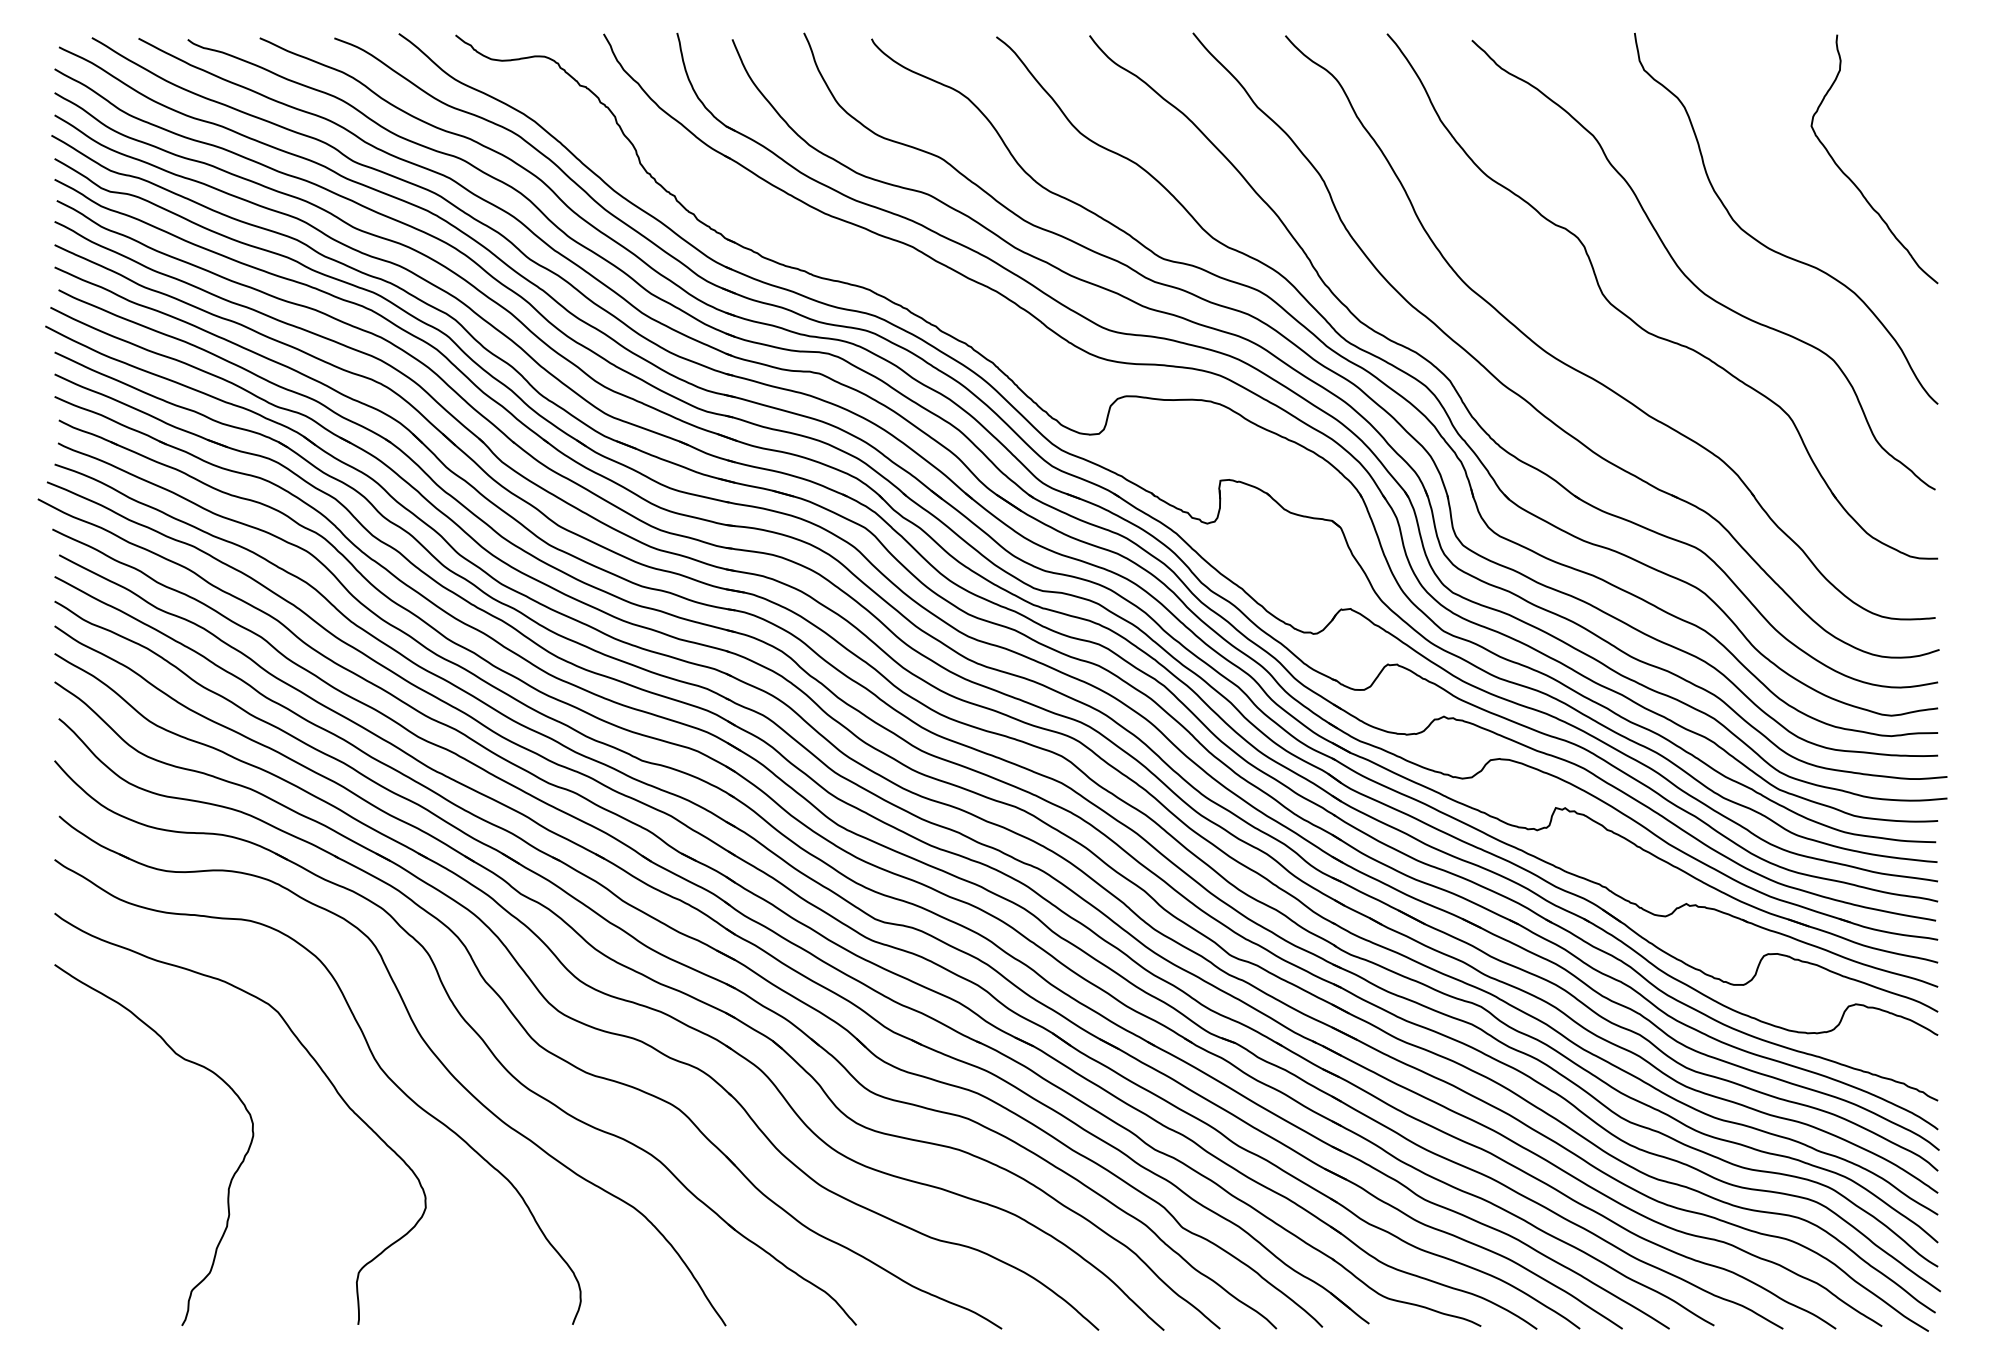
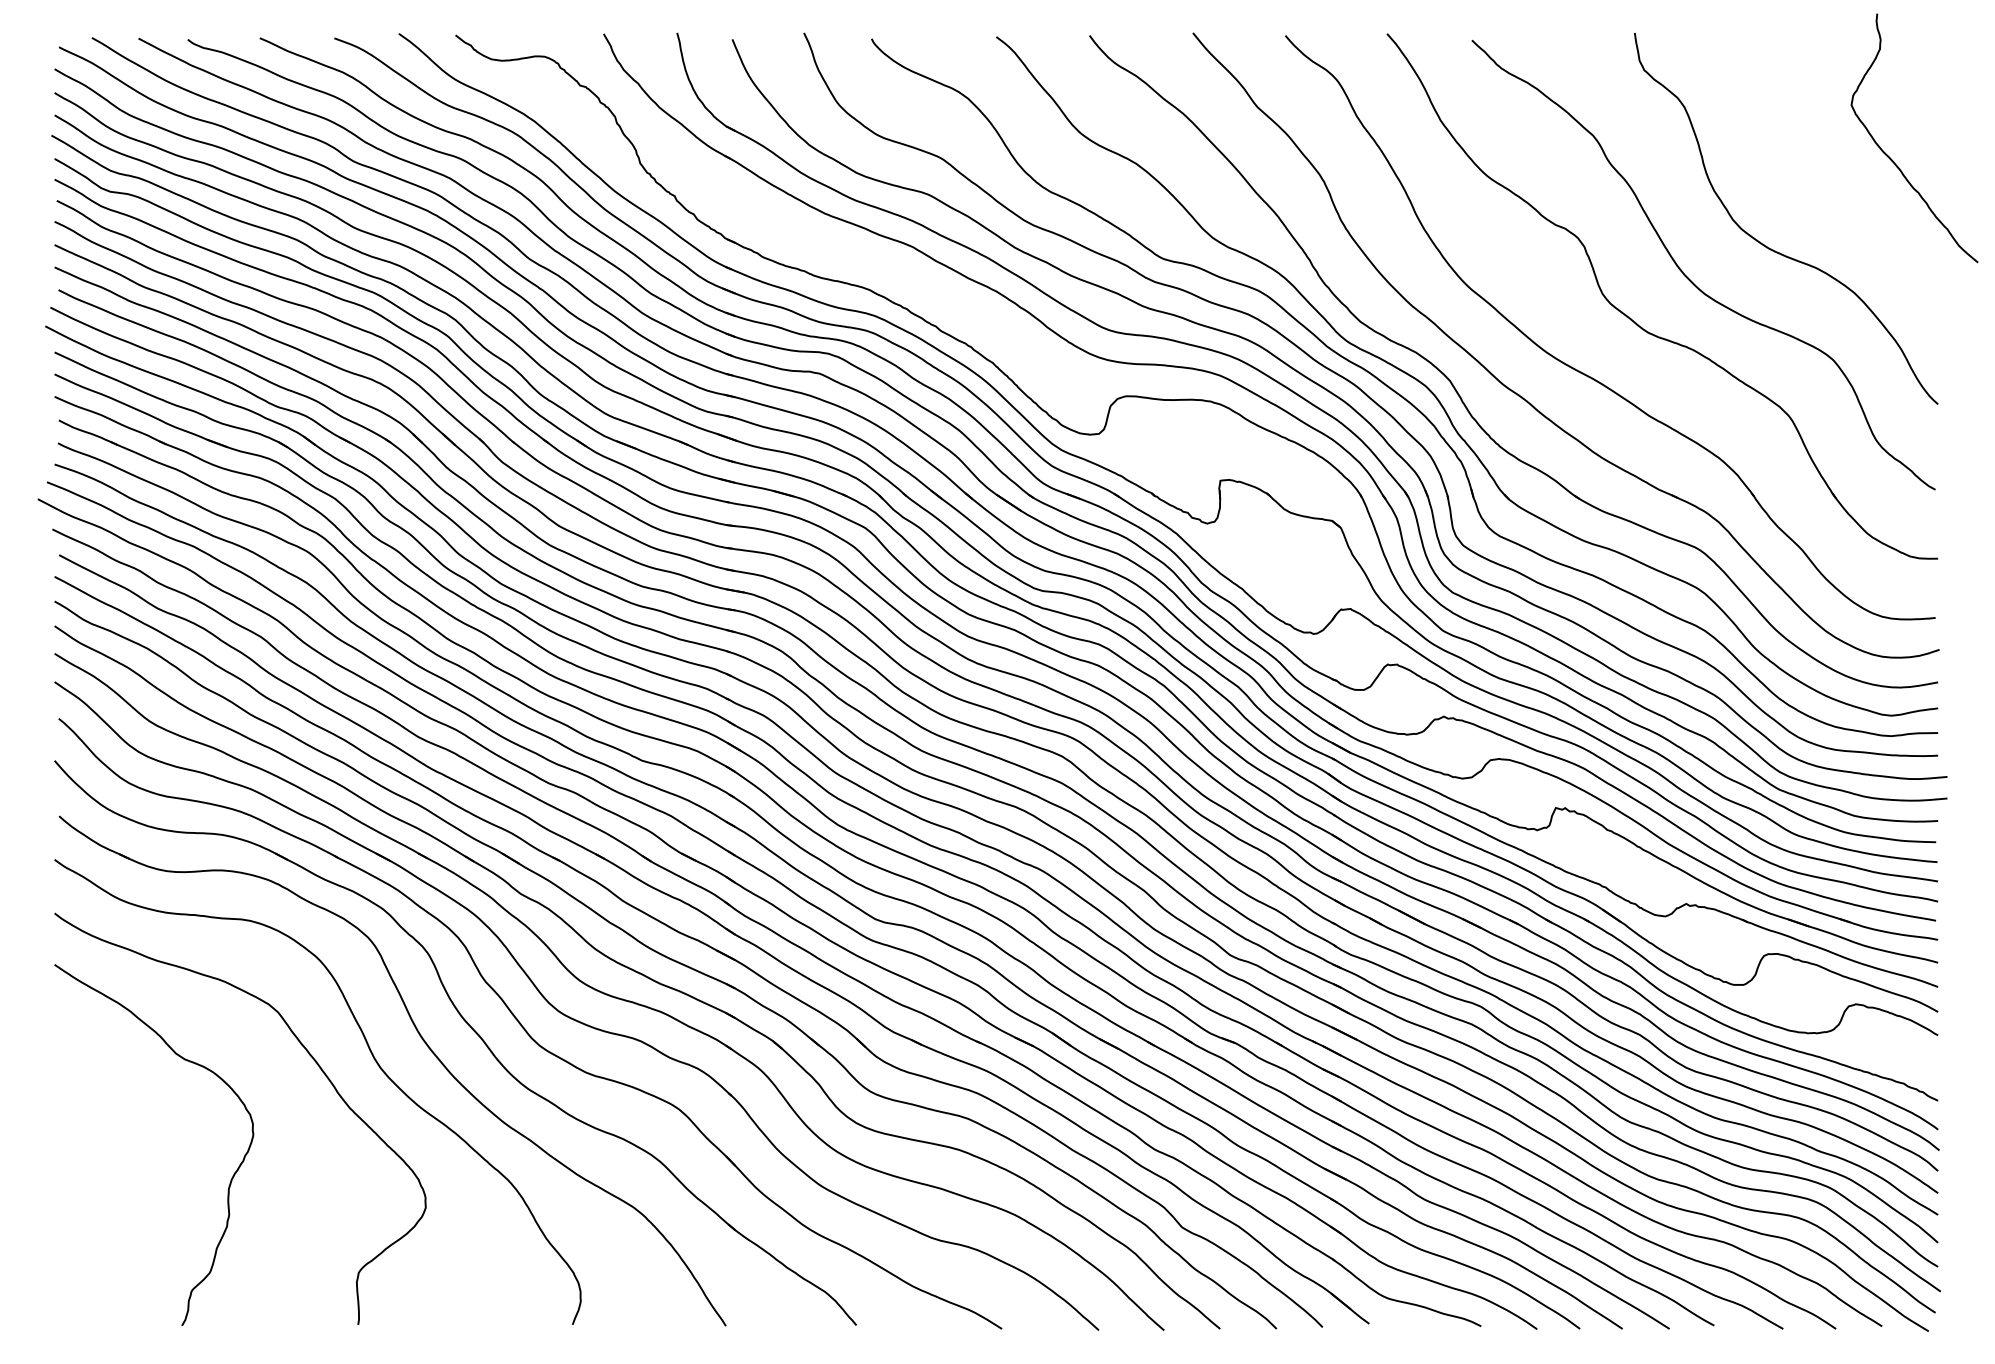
curve at (1852, 180) position: (1852, 180) -> (1892, 159)
